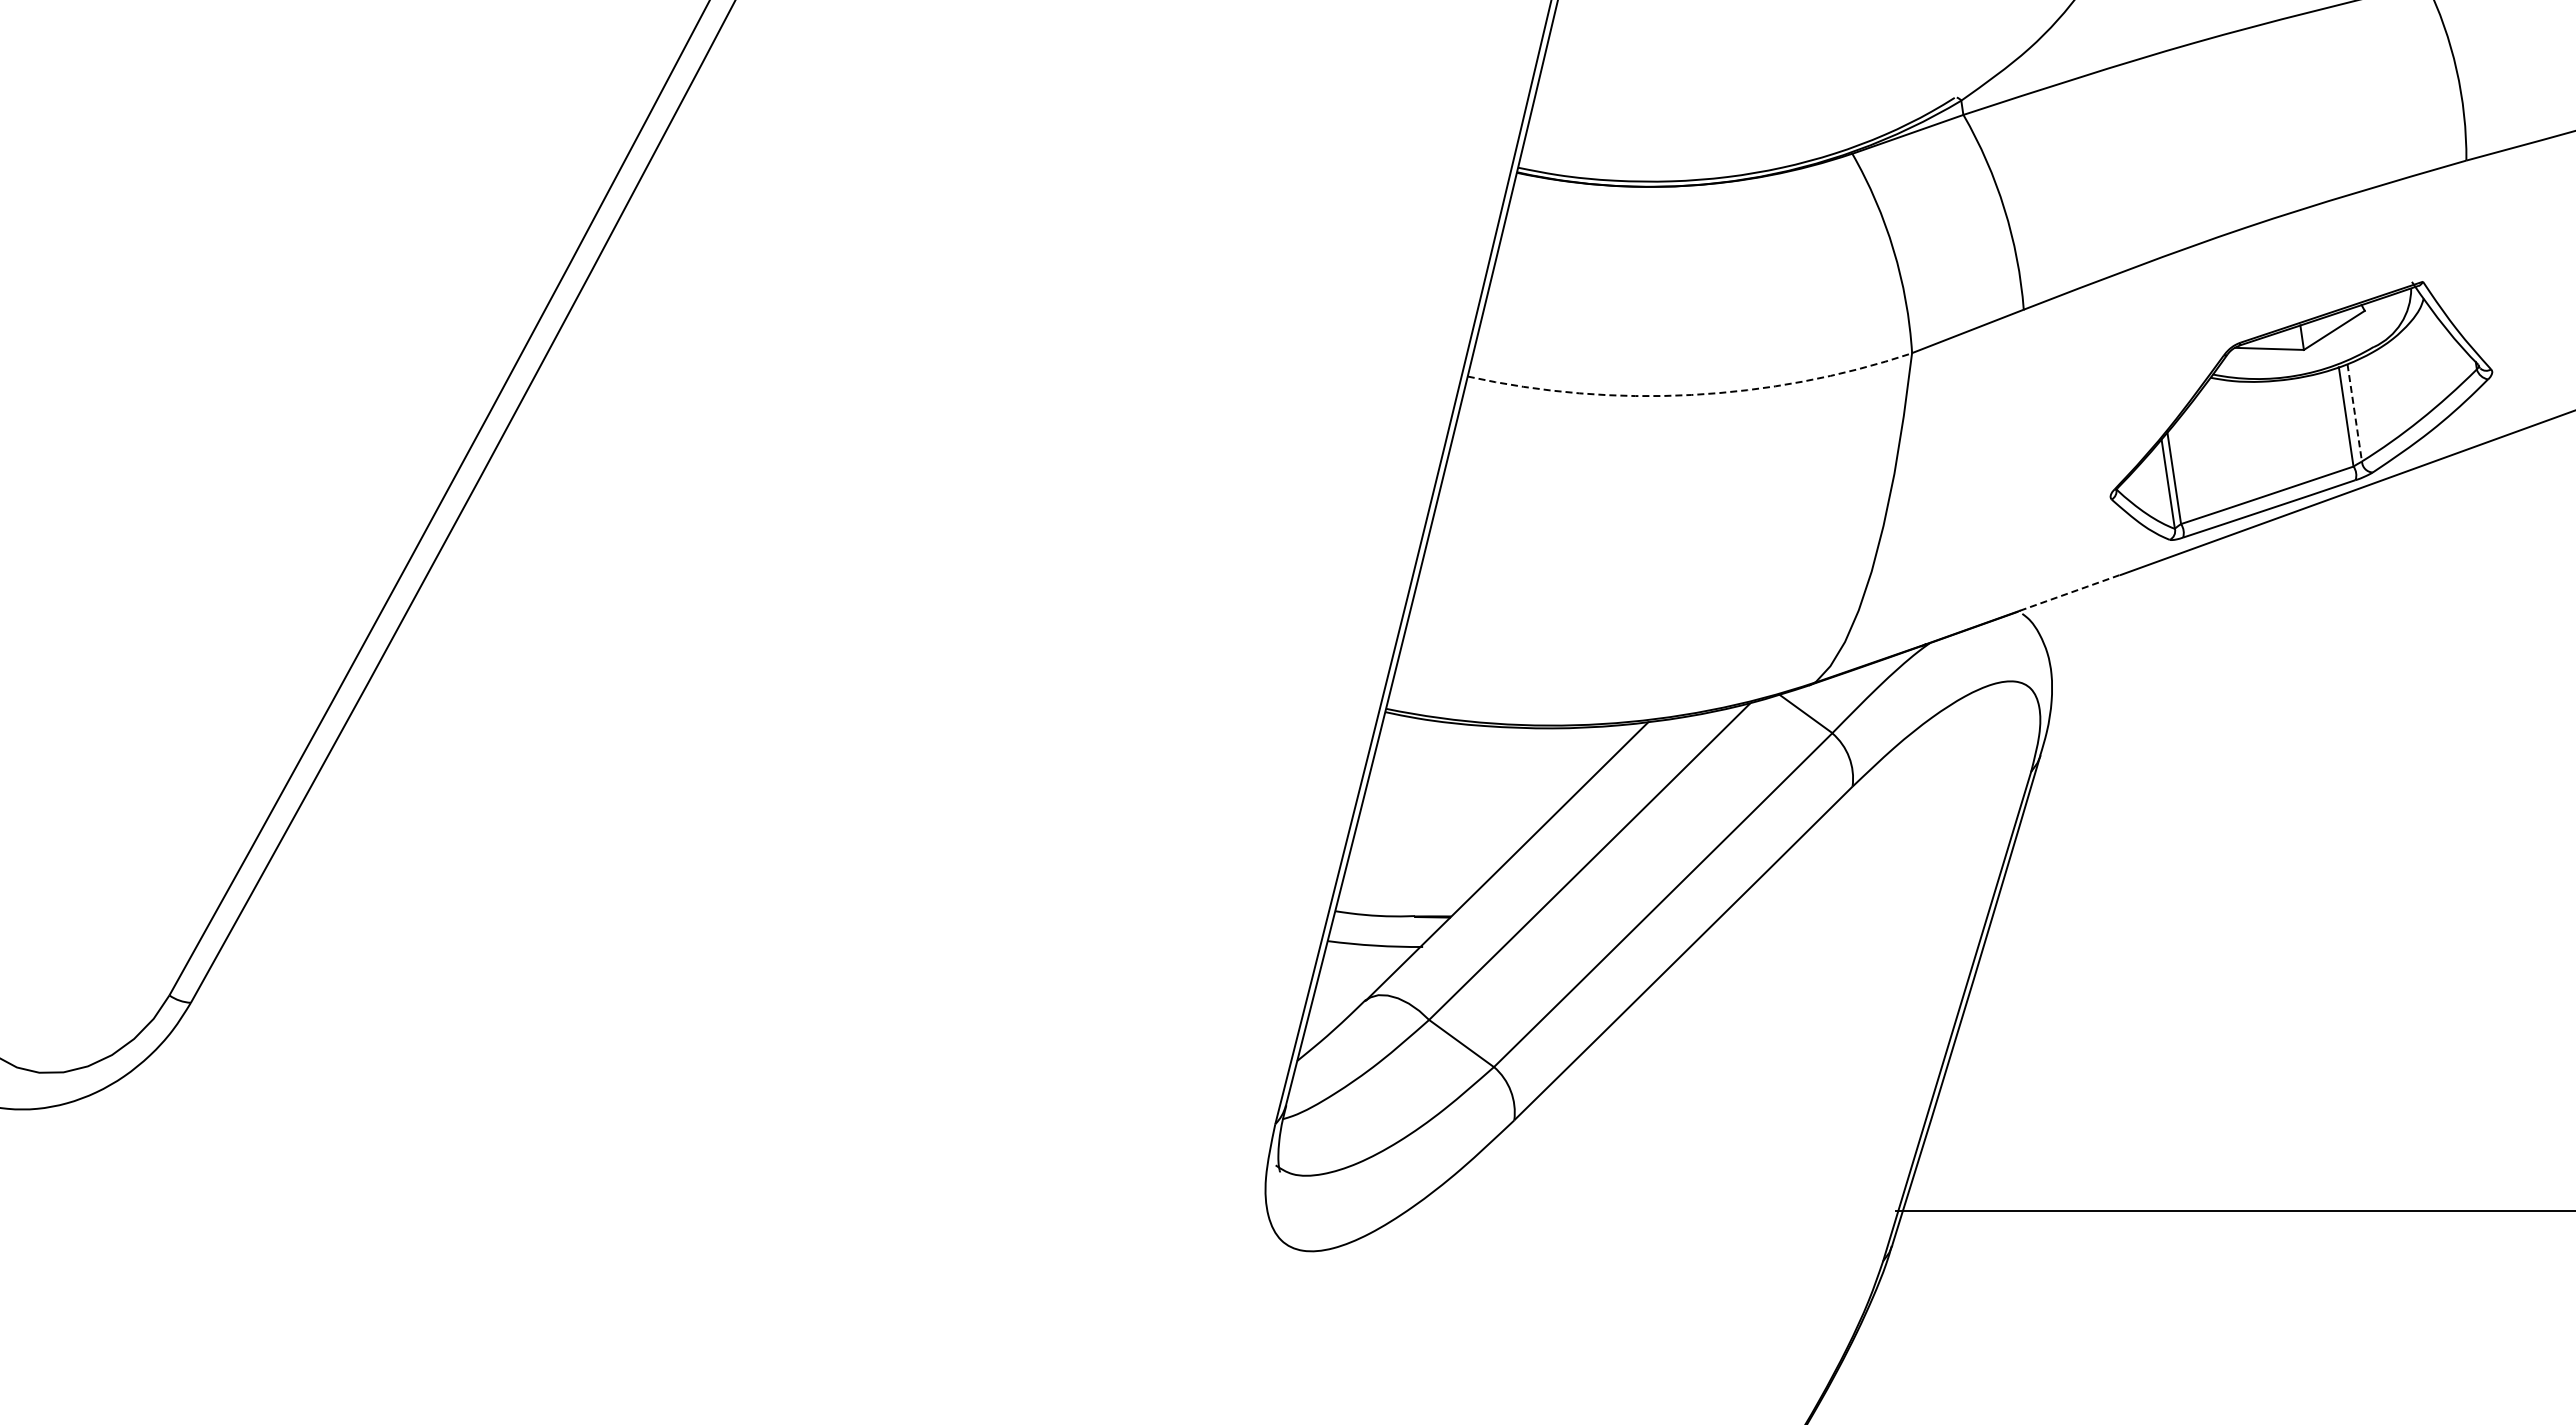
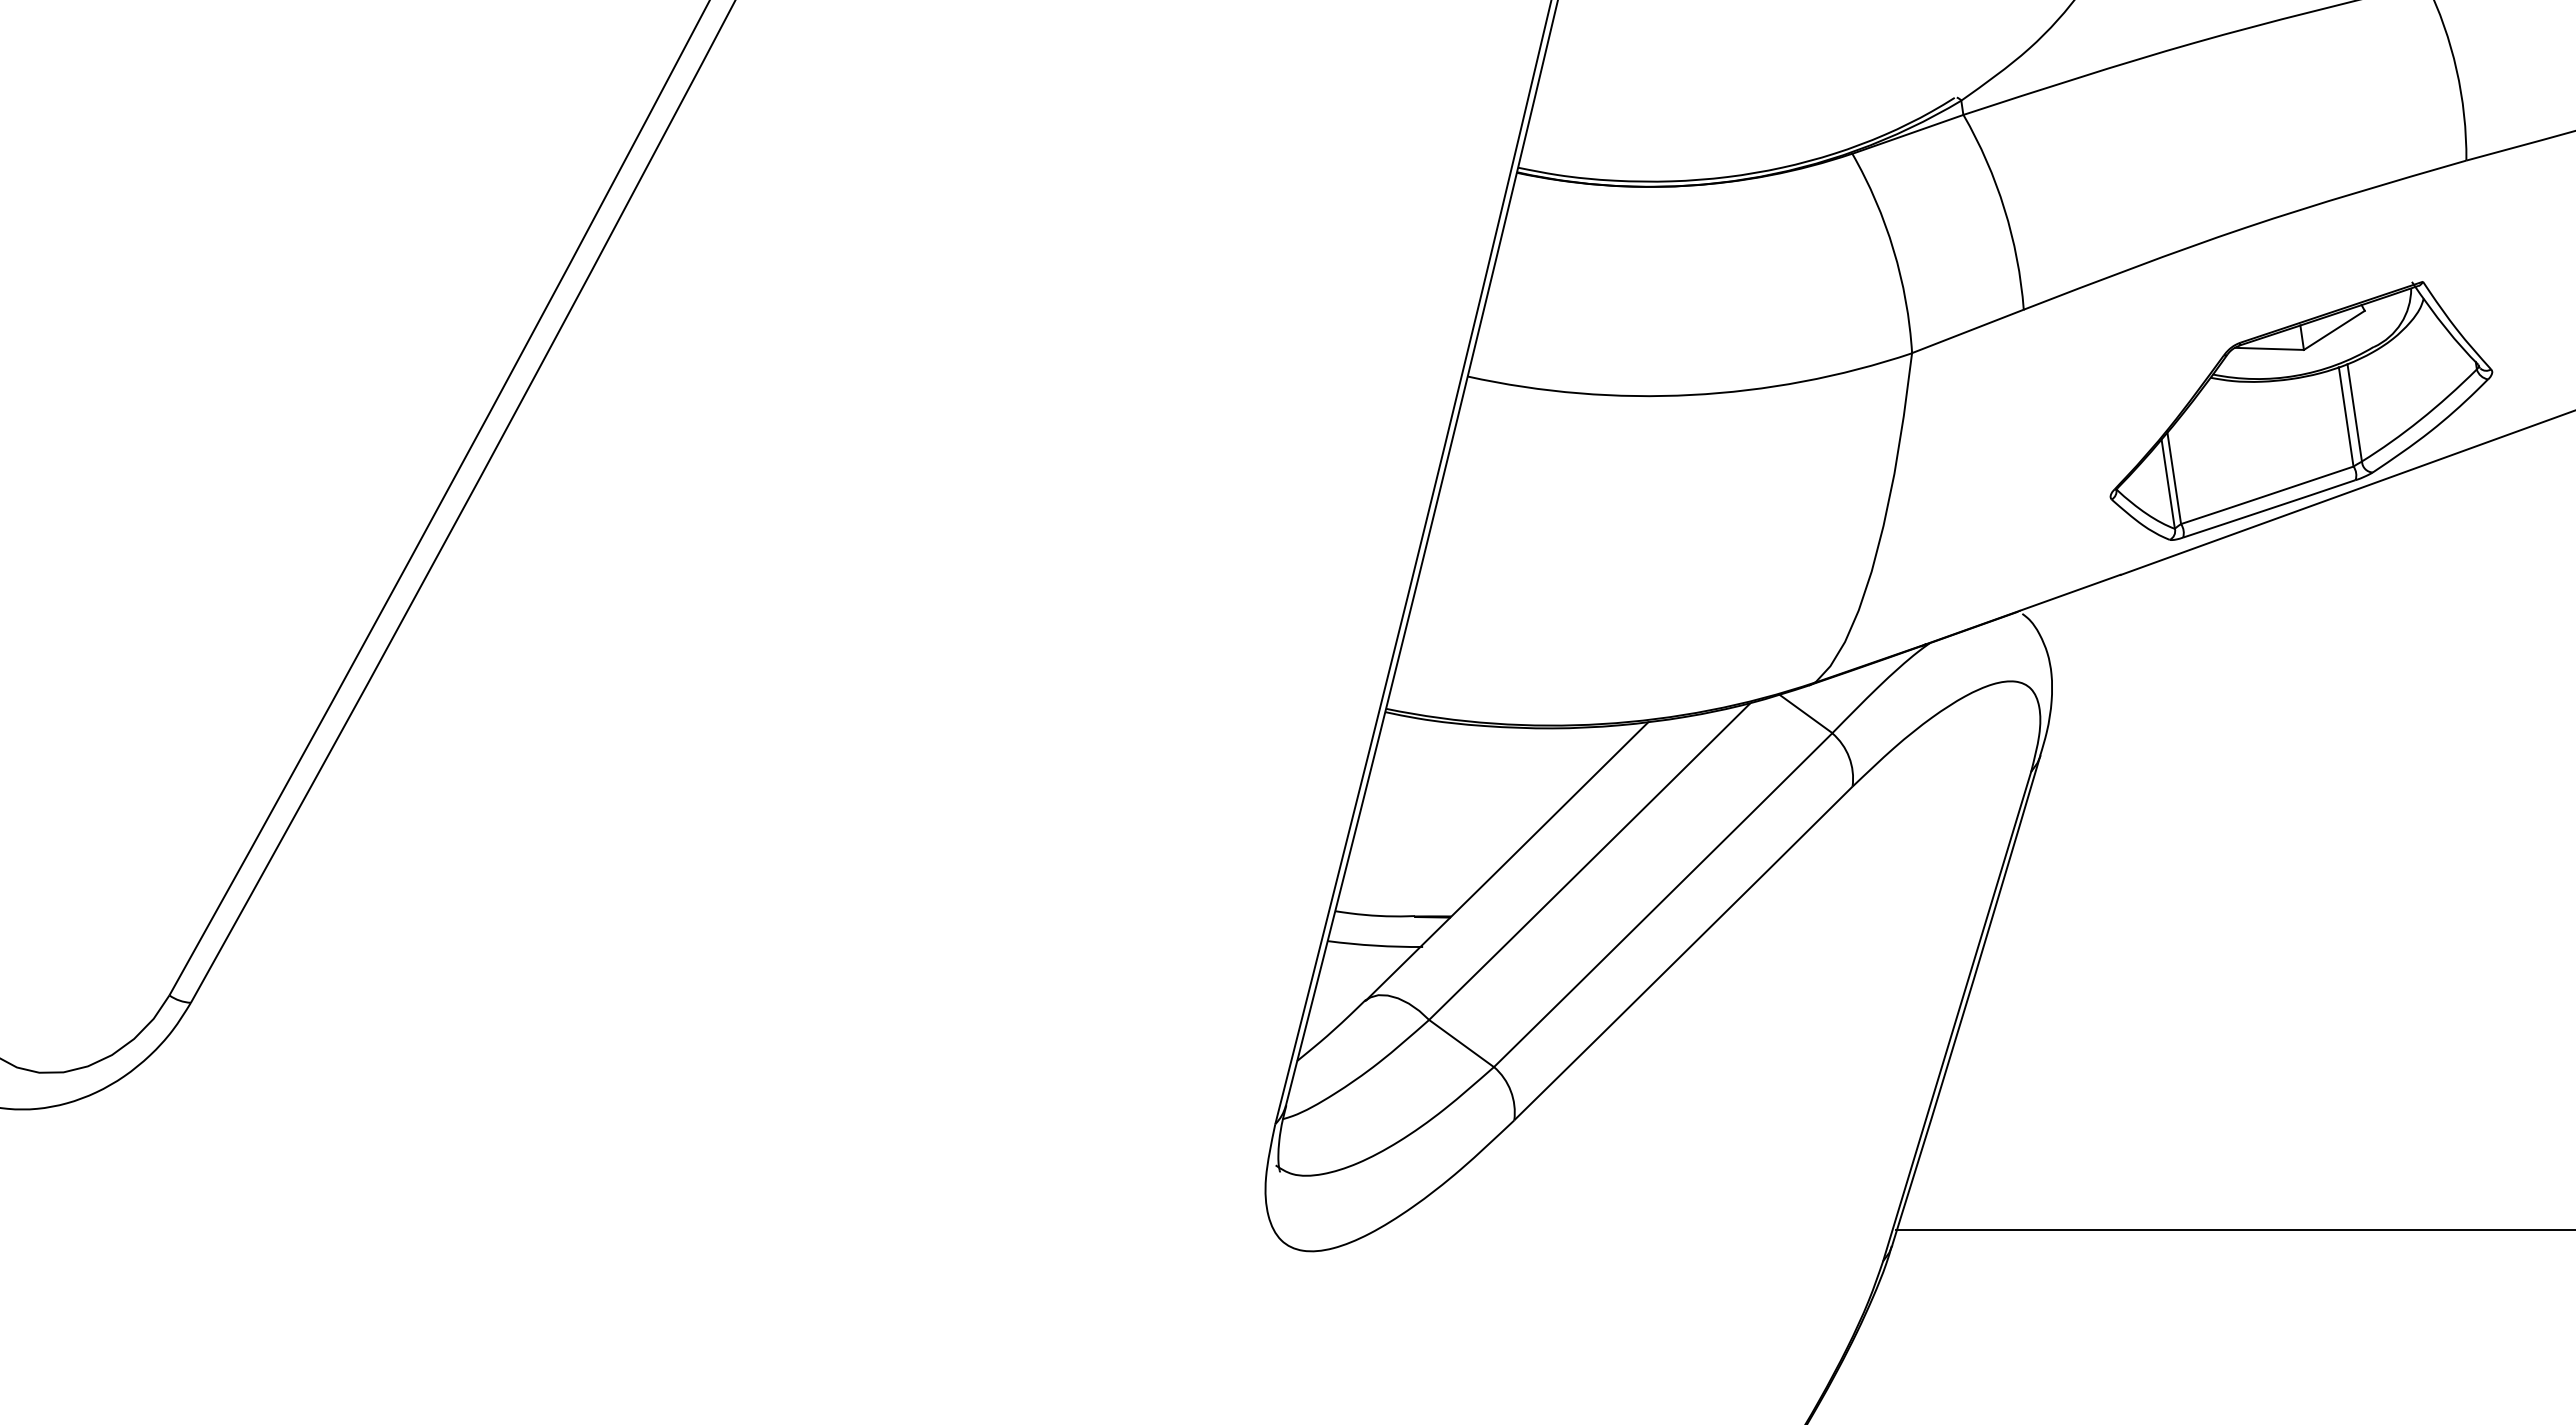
arc at (1691, 395): dashed -> solid
line at (2354, 413): dashed -> solid
line at (2070, 592): dashed -> solid
line at (2234, 1211) position: (2234, 1211) -> (2234, 1230)
